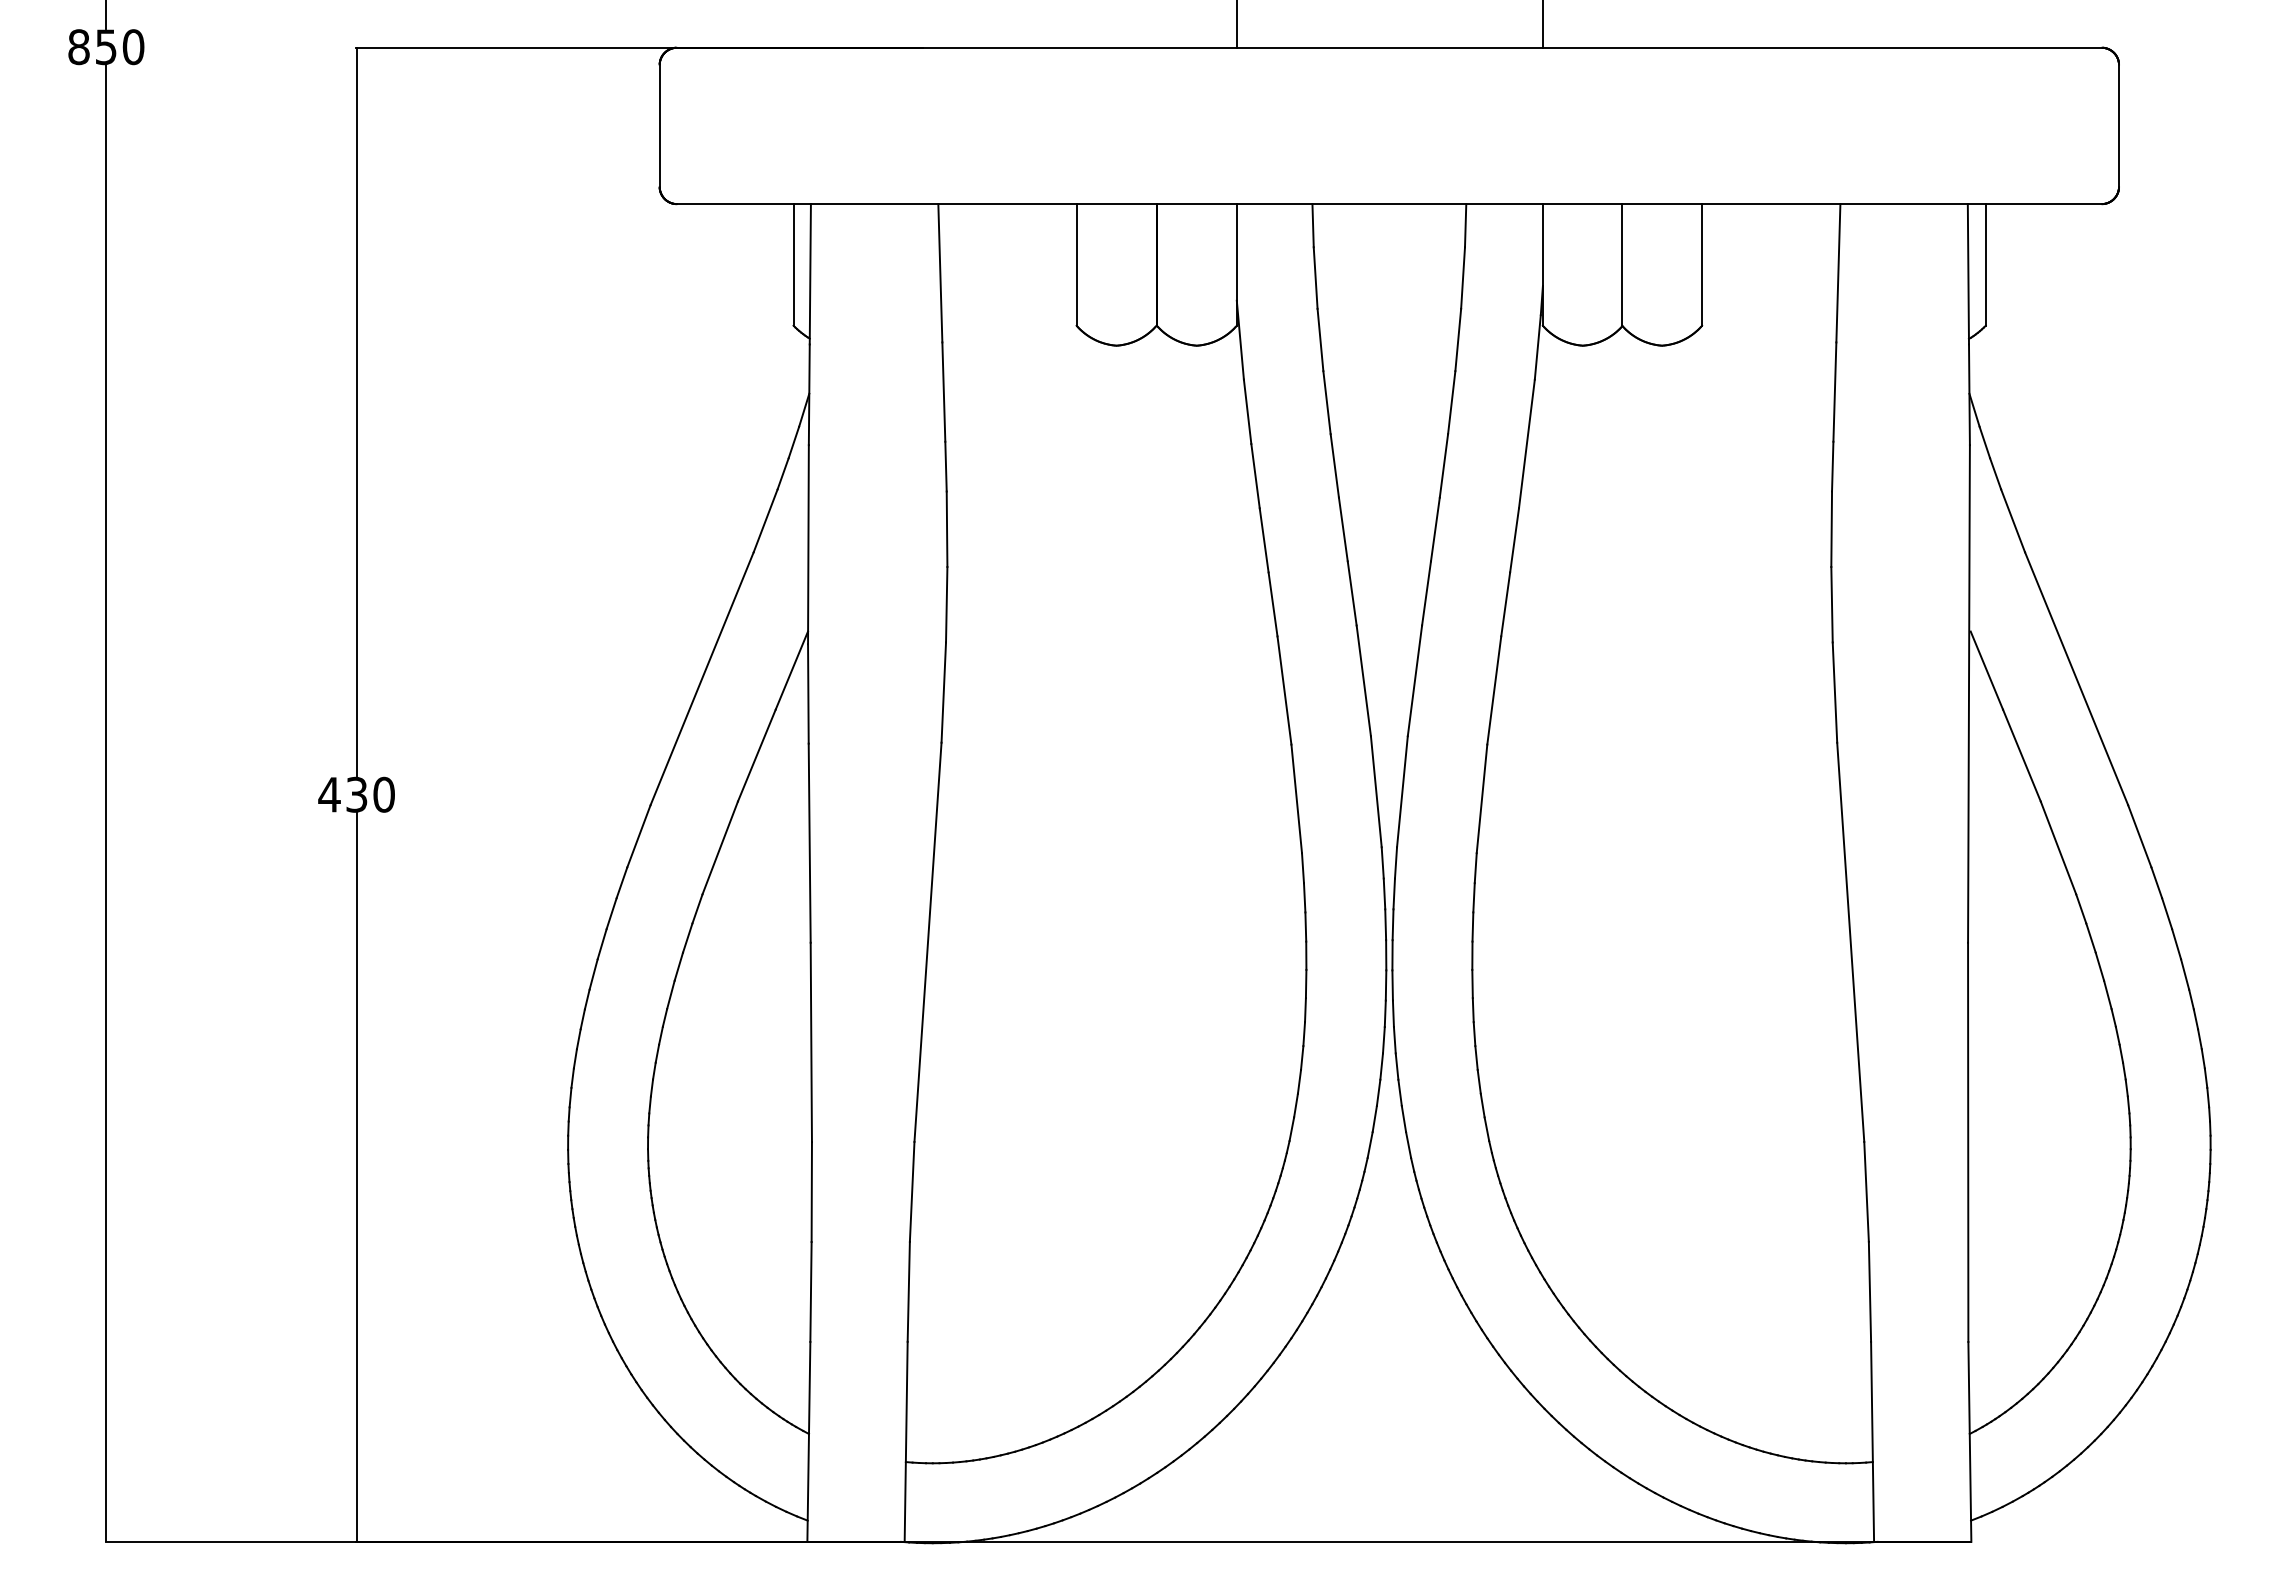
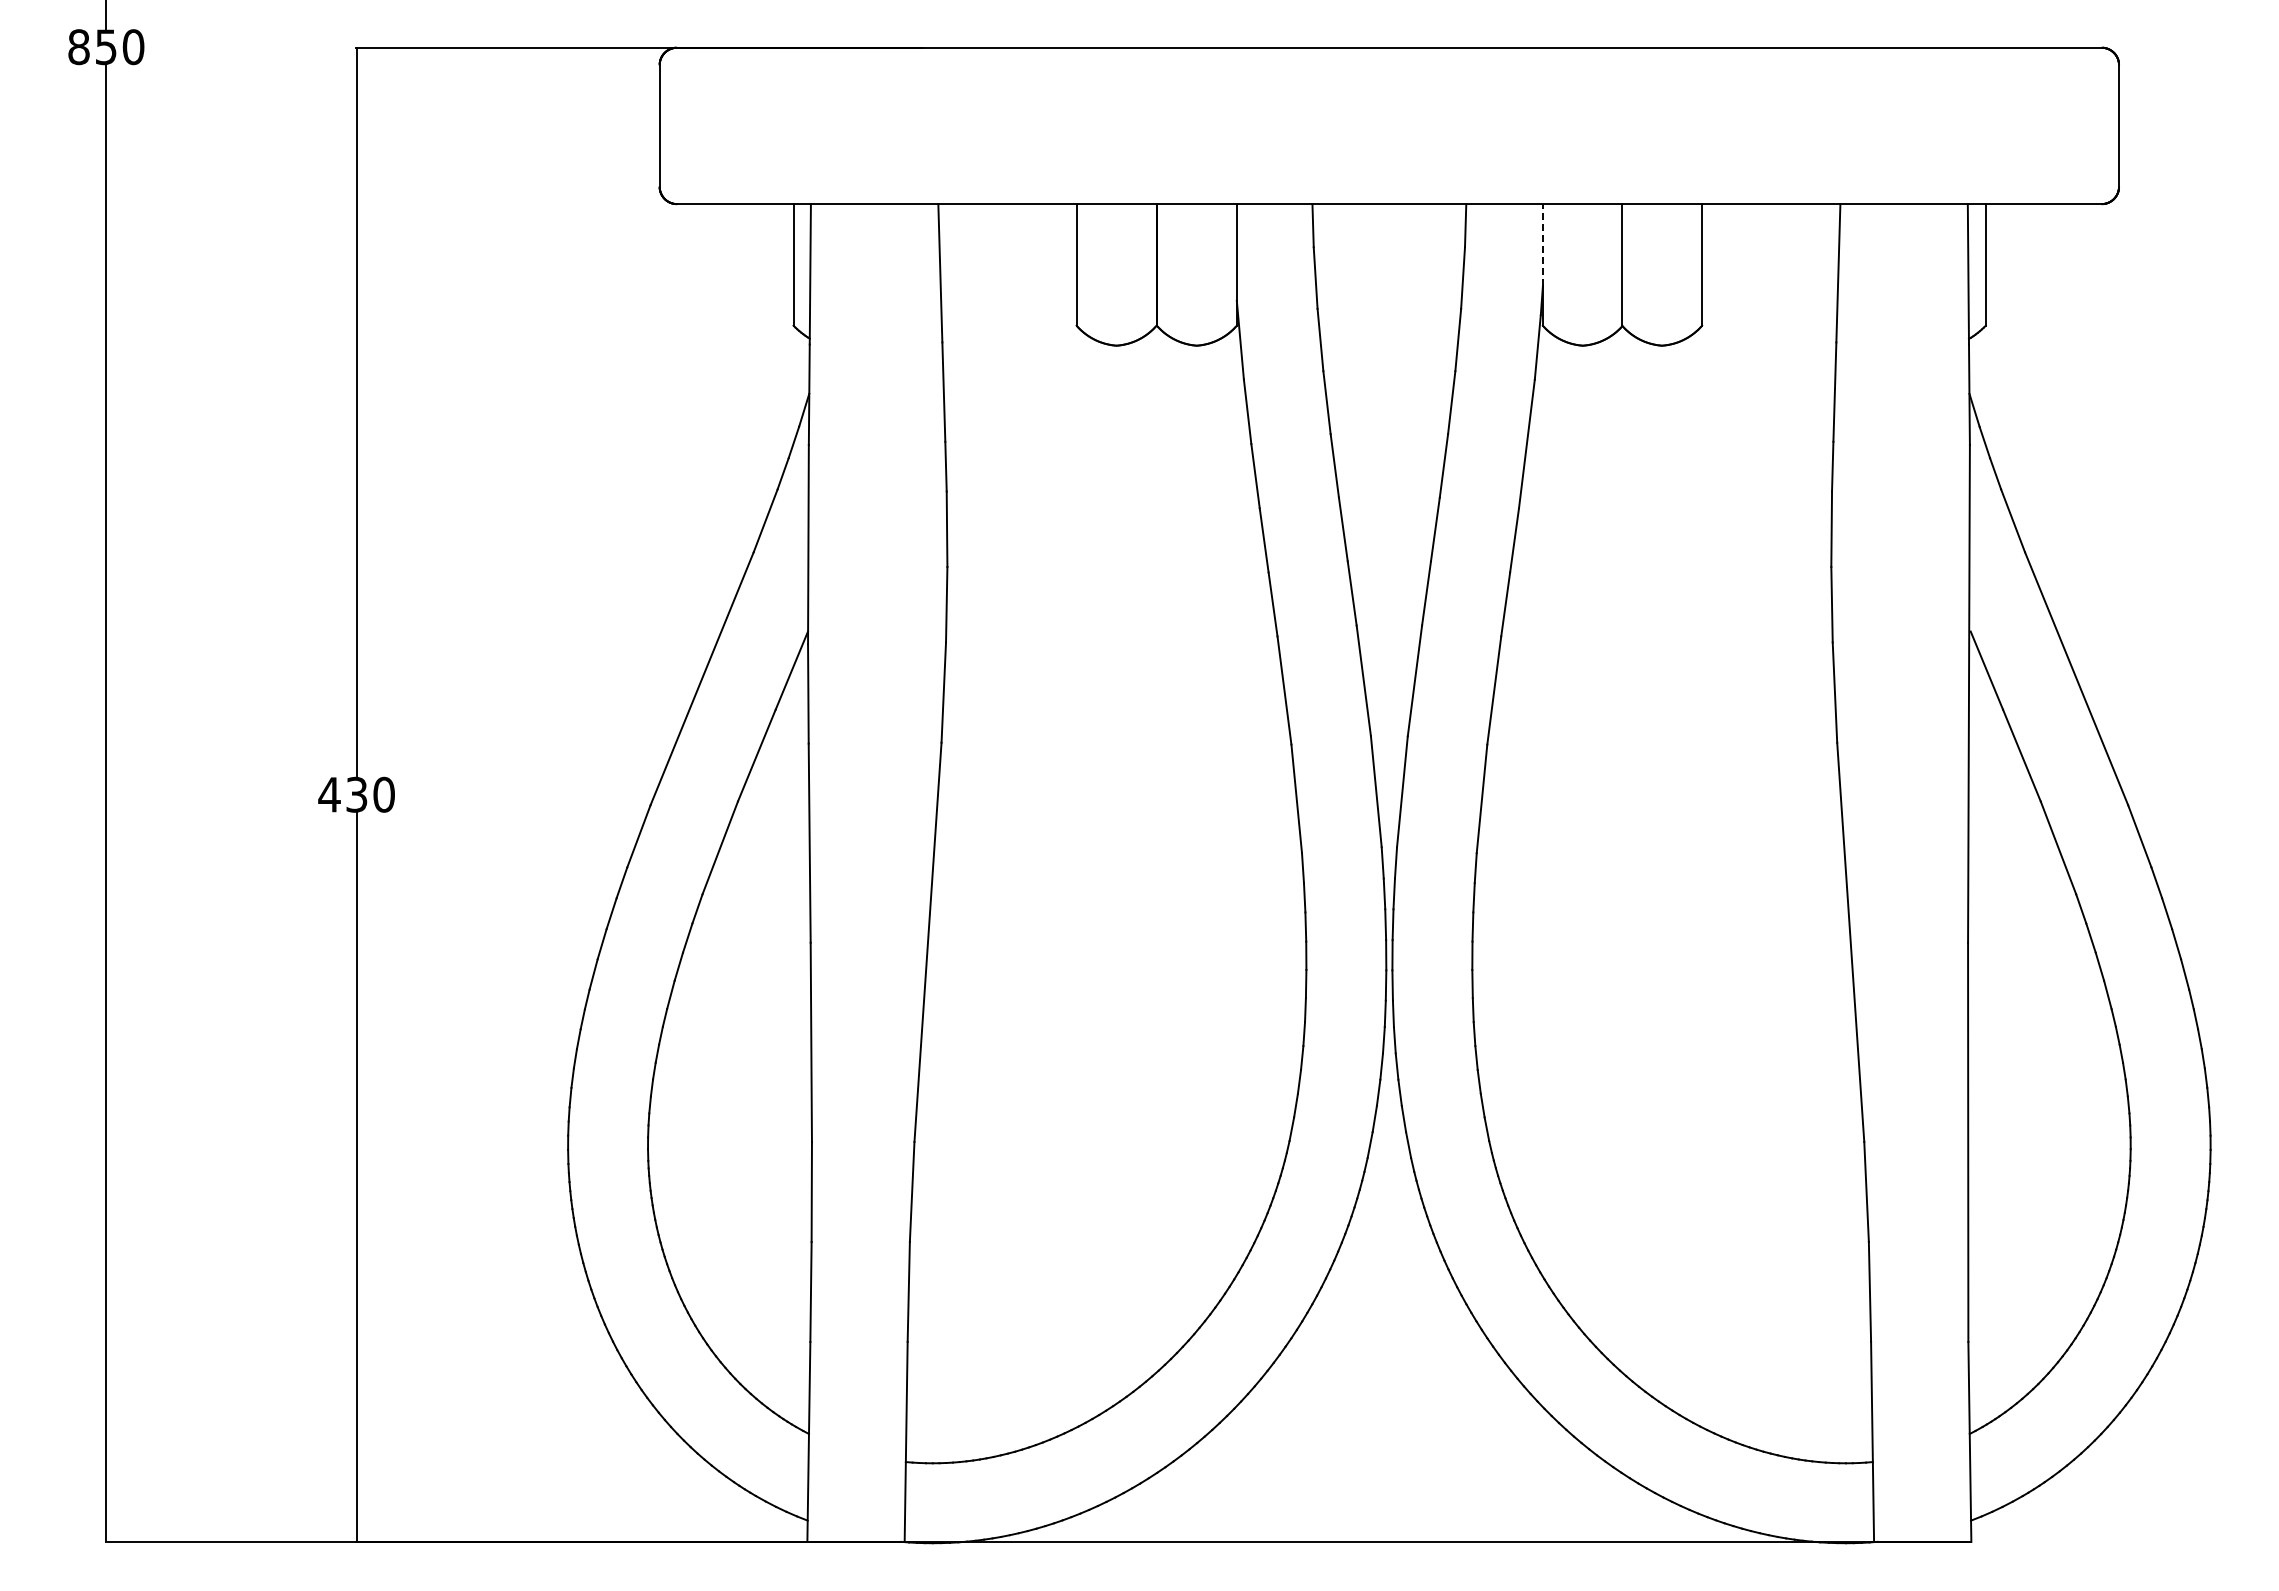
line at (1236, 24): present -> none
line at (1542, 24): present -> none
line at (1542, 244): solid -> dashed
